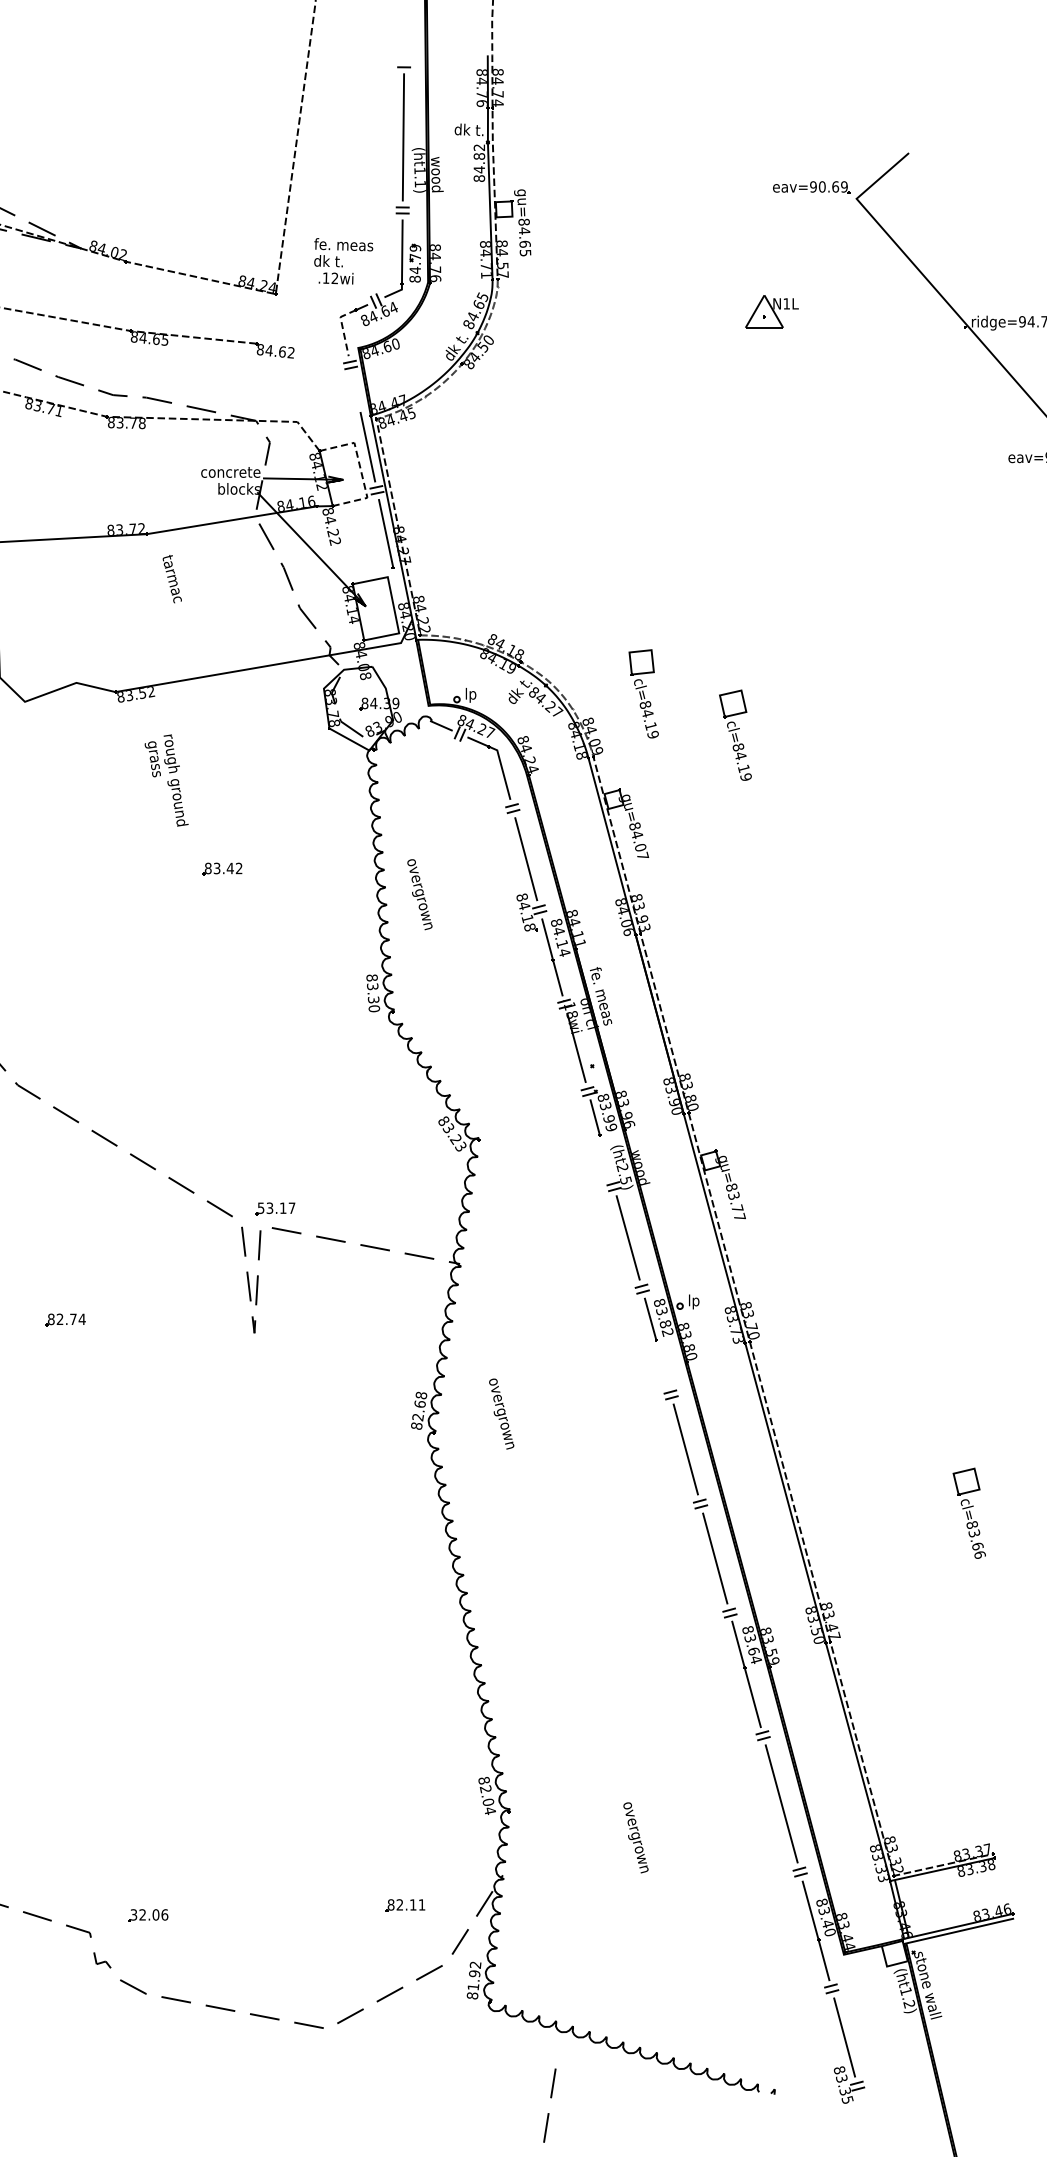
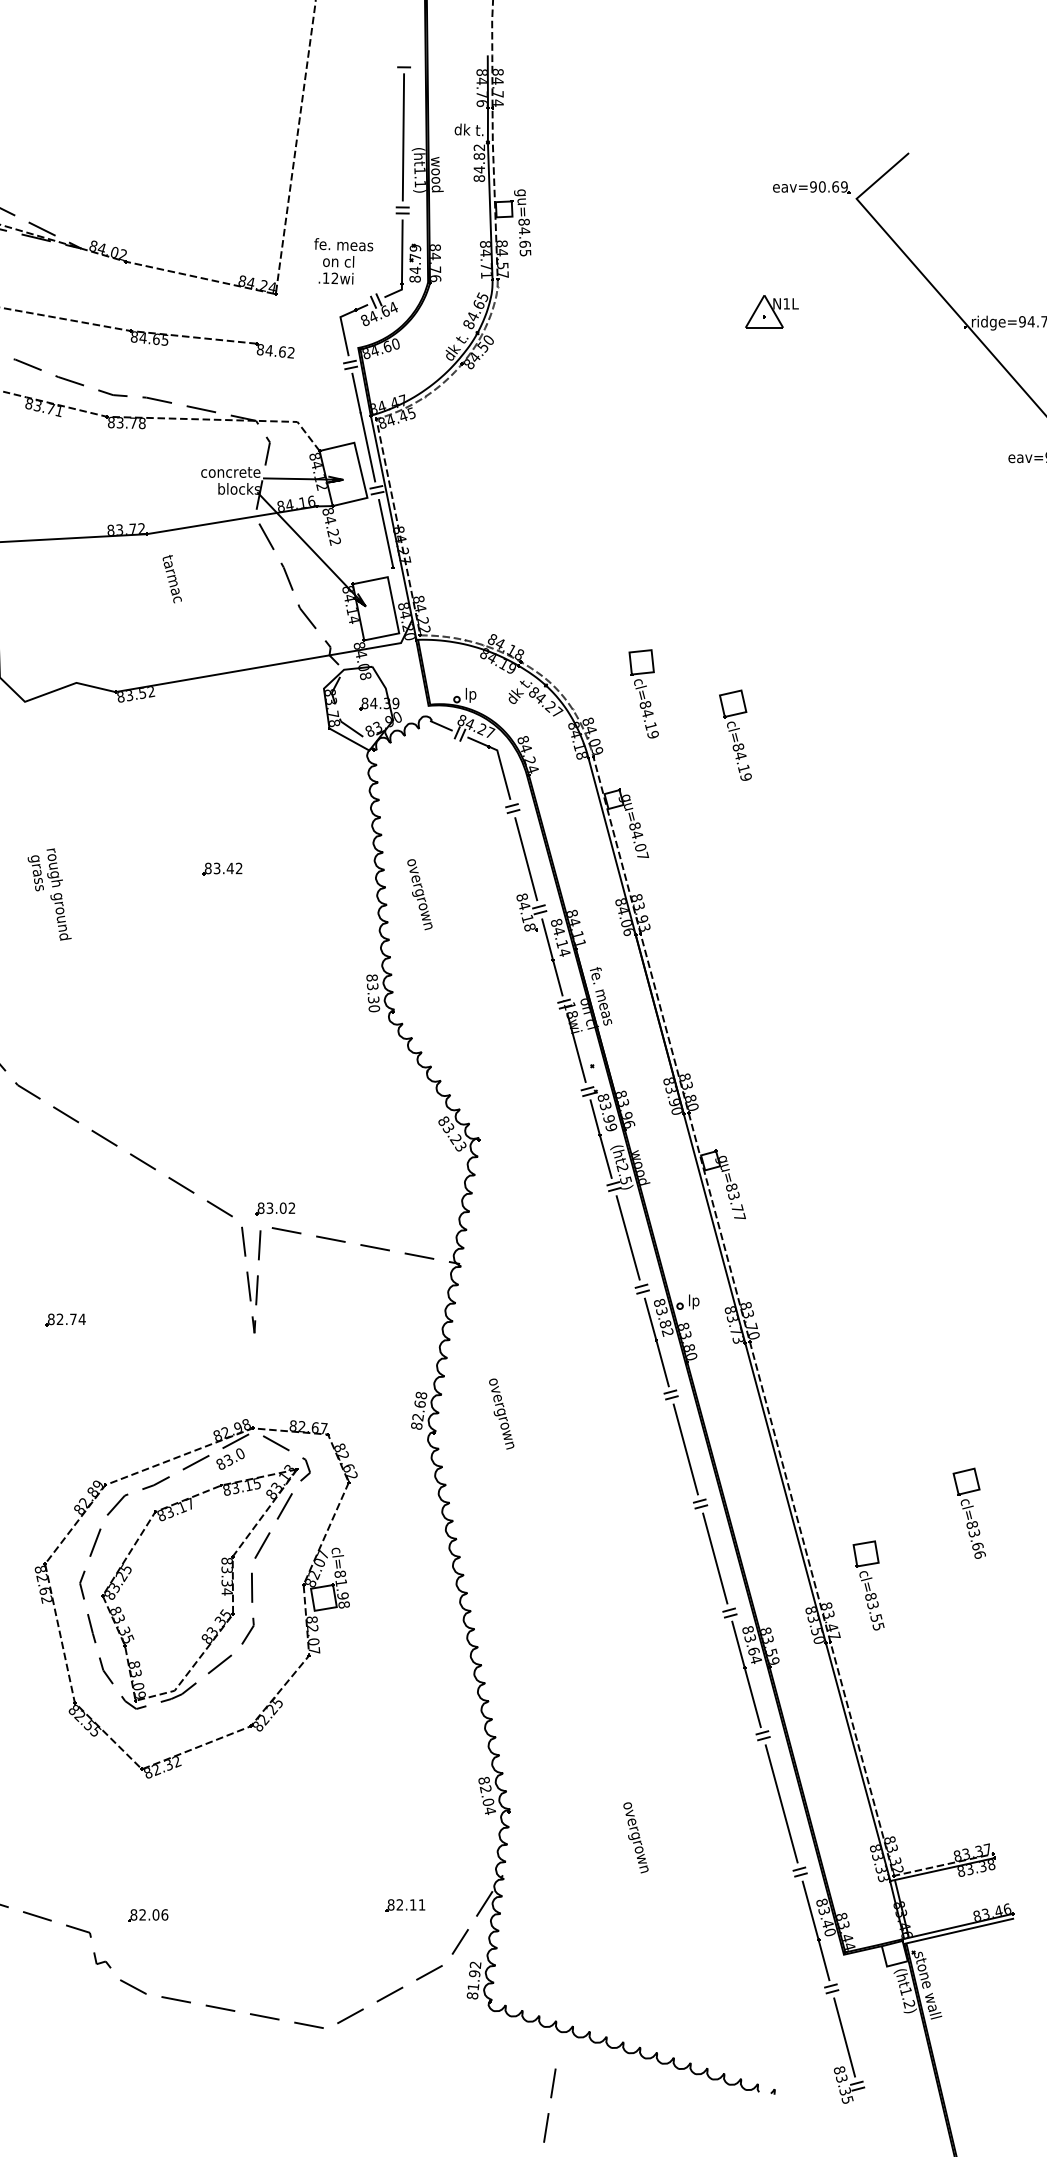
text at (334, 261): dk t. -> on cl
line at (342, 327): dashed -> solid
line at (356, 392): none -> present
line at (360, 469): dashed -> solid
text at (166, 780) position: (166, 780) -> (49, 894)
line at (605, 1156): none -> present
text at (276, 1207): 53.17 -> 83.02
line at (662, 1363): none -> present
part at (868, 1585): none -> present
part at (221, 1593): none -> present
text at (133, 1914): 32.06 -> 82.06
